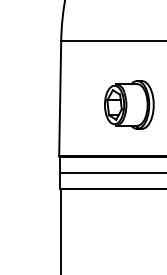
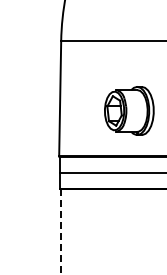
part at (129, 104) position: (129, 104) -> (129, 110)
line at (60, 231): solid -> dashed
